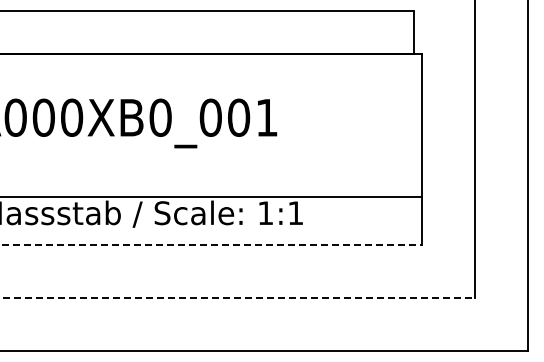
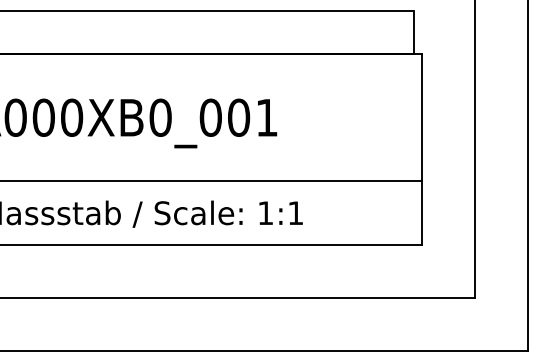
line at (211, 197) position: (211, 197) -> (211, 181)
line at (211, 245): dashed -> solid
line at (238, 298): dashed -> solid
